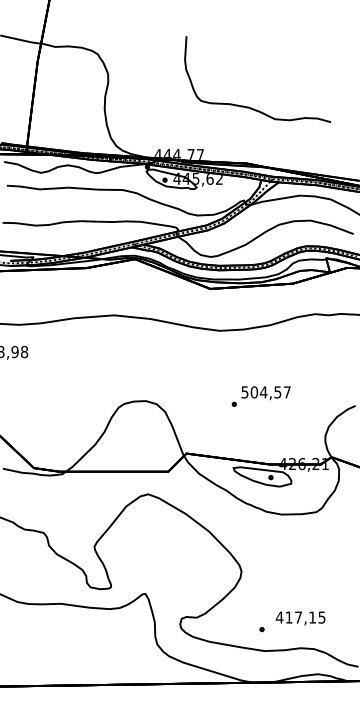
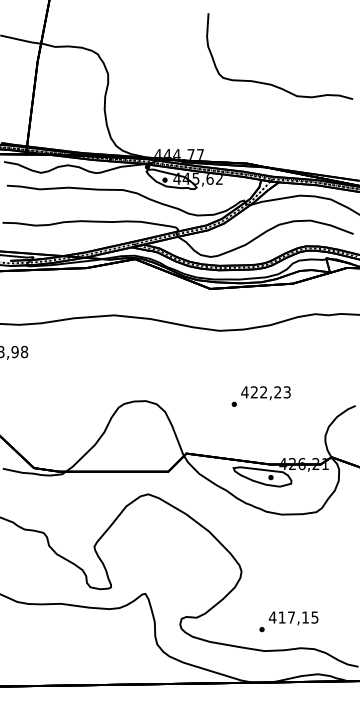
curve at (249, 106) position: (249, 106) -> (271, 83)
text at (265, 392): 504,57 -> 422,23
text at (300, 618) position: (300, 618) -> (293, 618)
